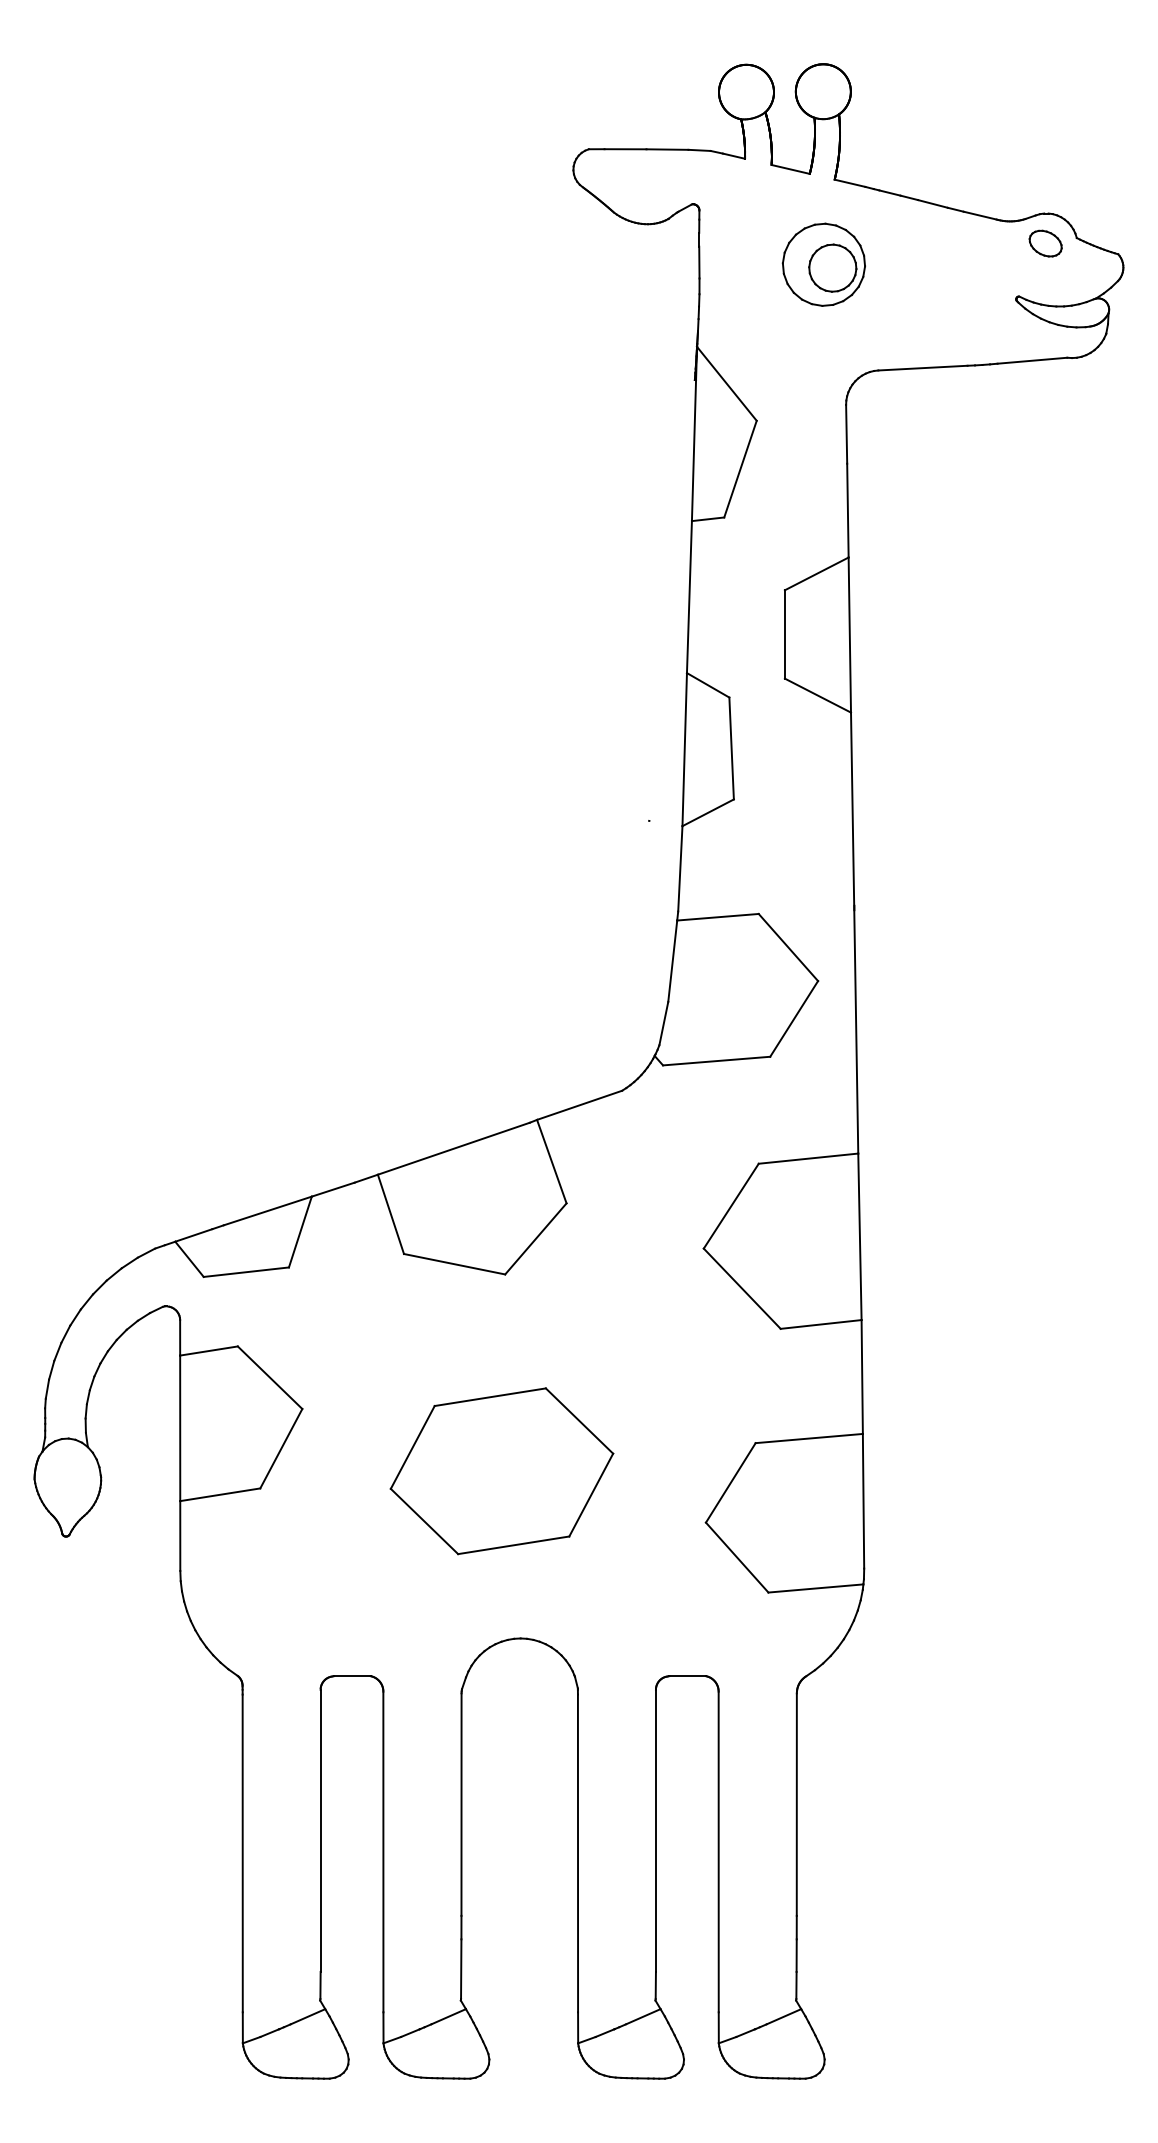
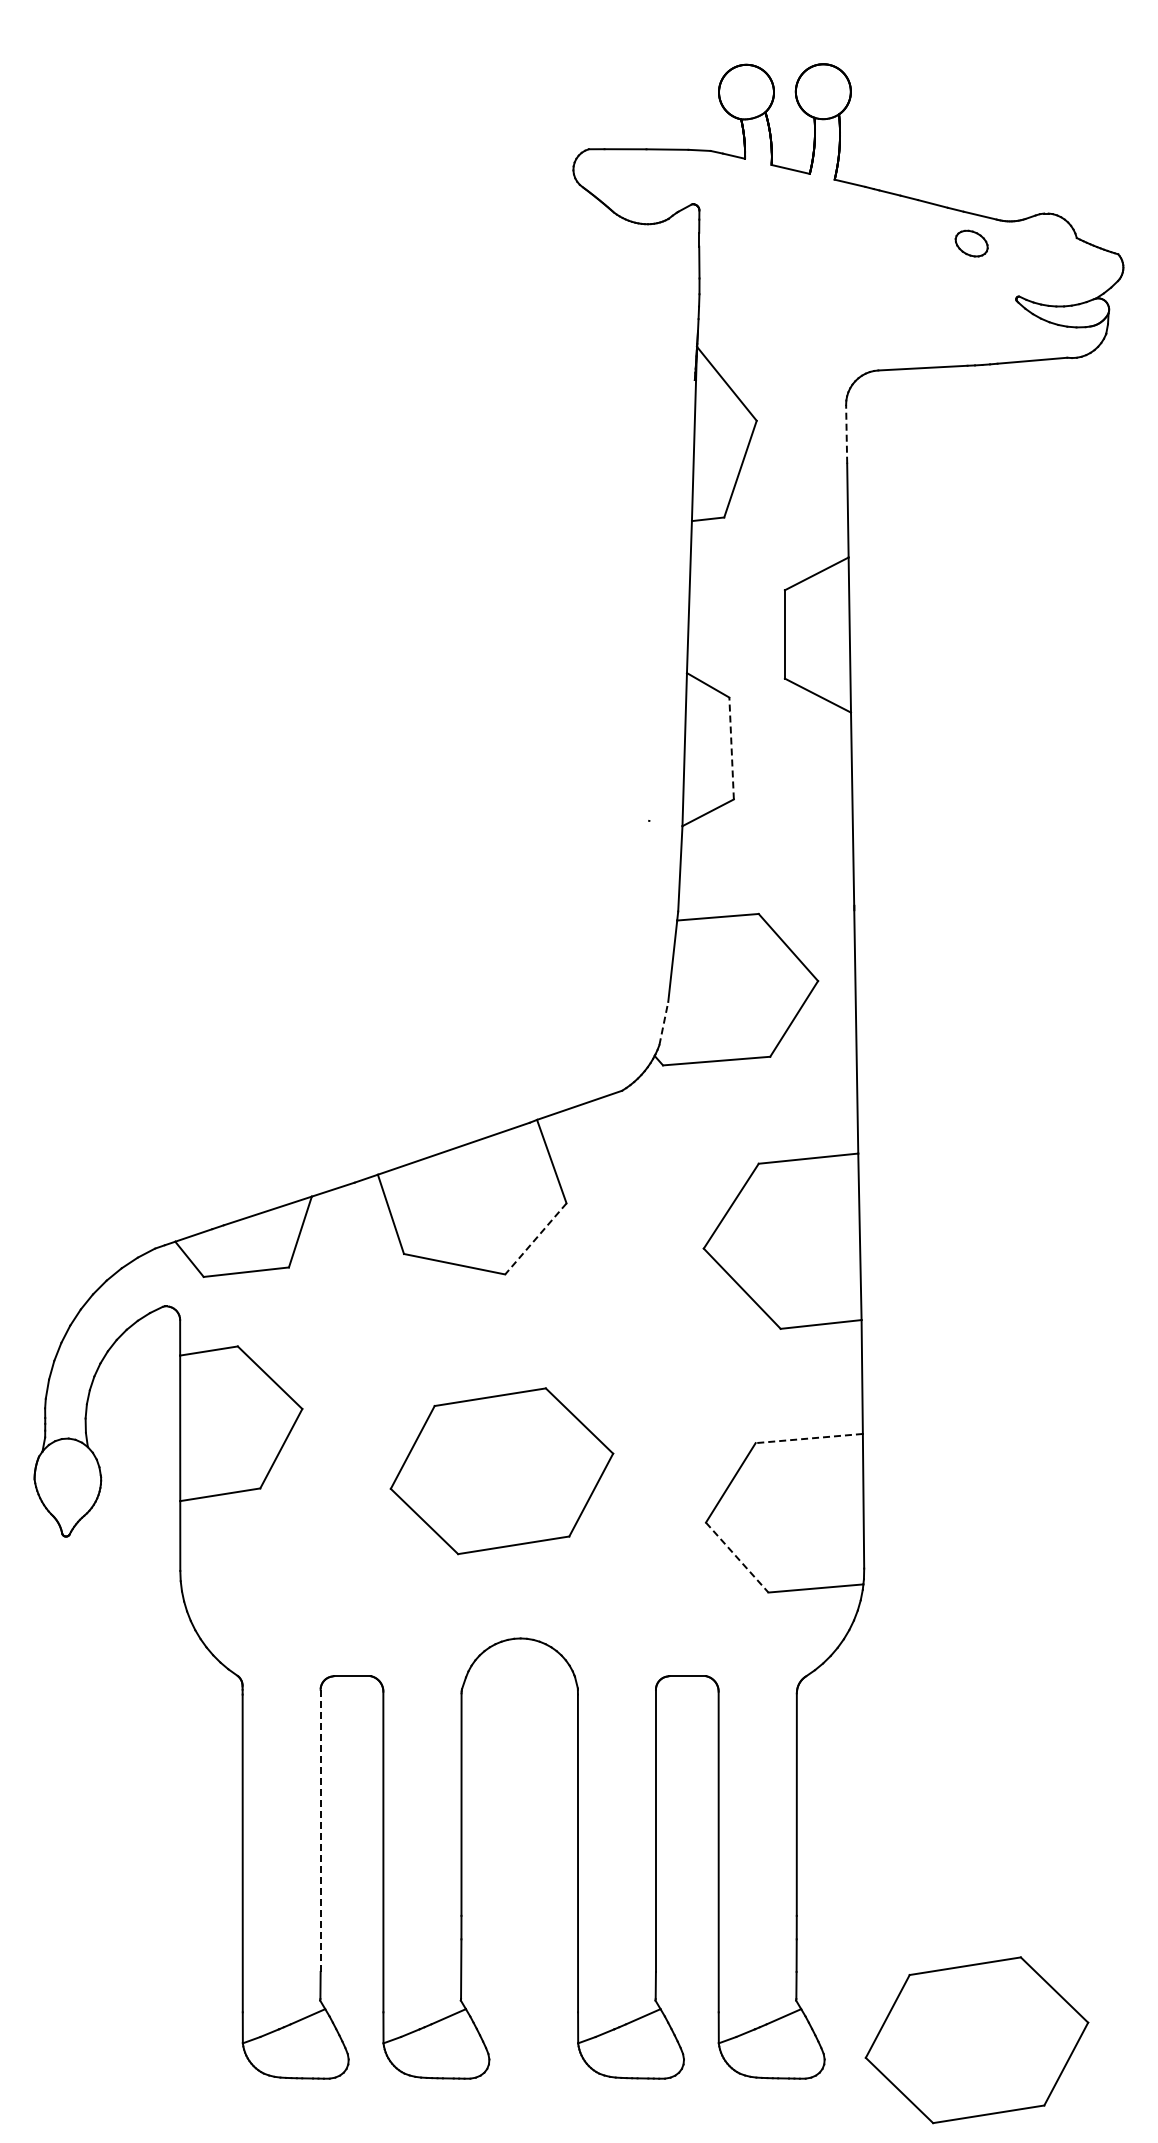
part at (1045, 243) position: (1045, 243) -> (971, 243)
part at (823, 264): present -> none
line at (846, 433): solid -> dashed
line at (731, 748): solid -> dashed
line at (663, 1023): solid -> dashed
line at (535, 1238): solid -> dashed
line at (809, 1438): solid -> dashed
line at (737, 1557): solid -> dashed
line at (320, 1830): solid -> dashed
part at (976, 2040): none -> present
